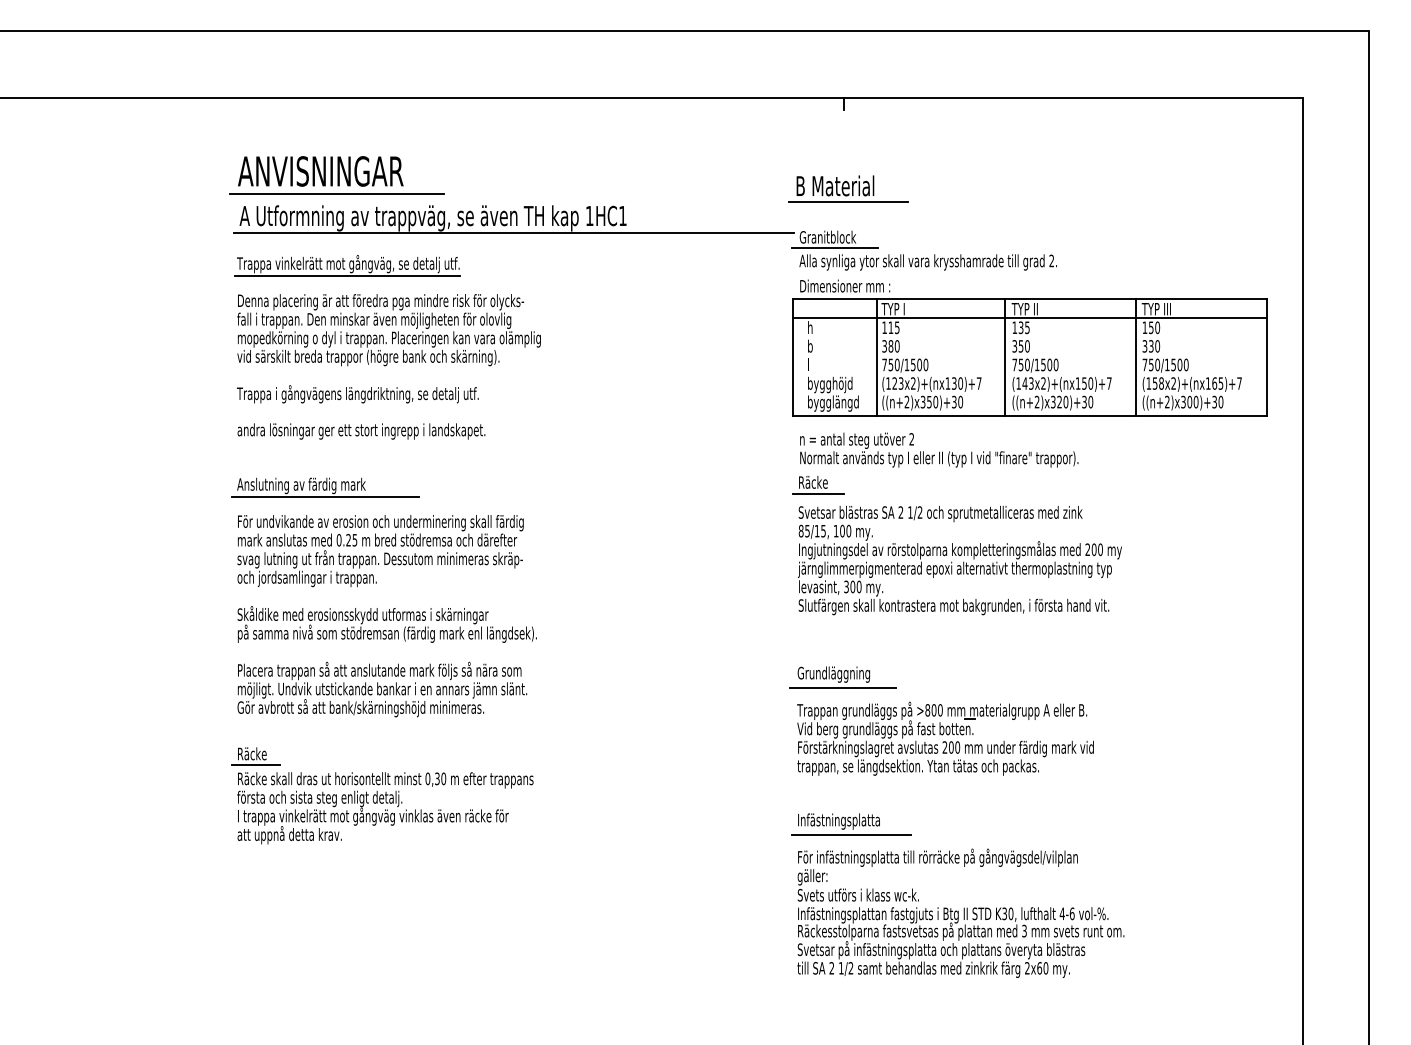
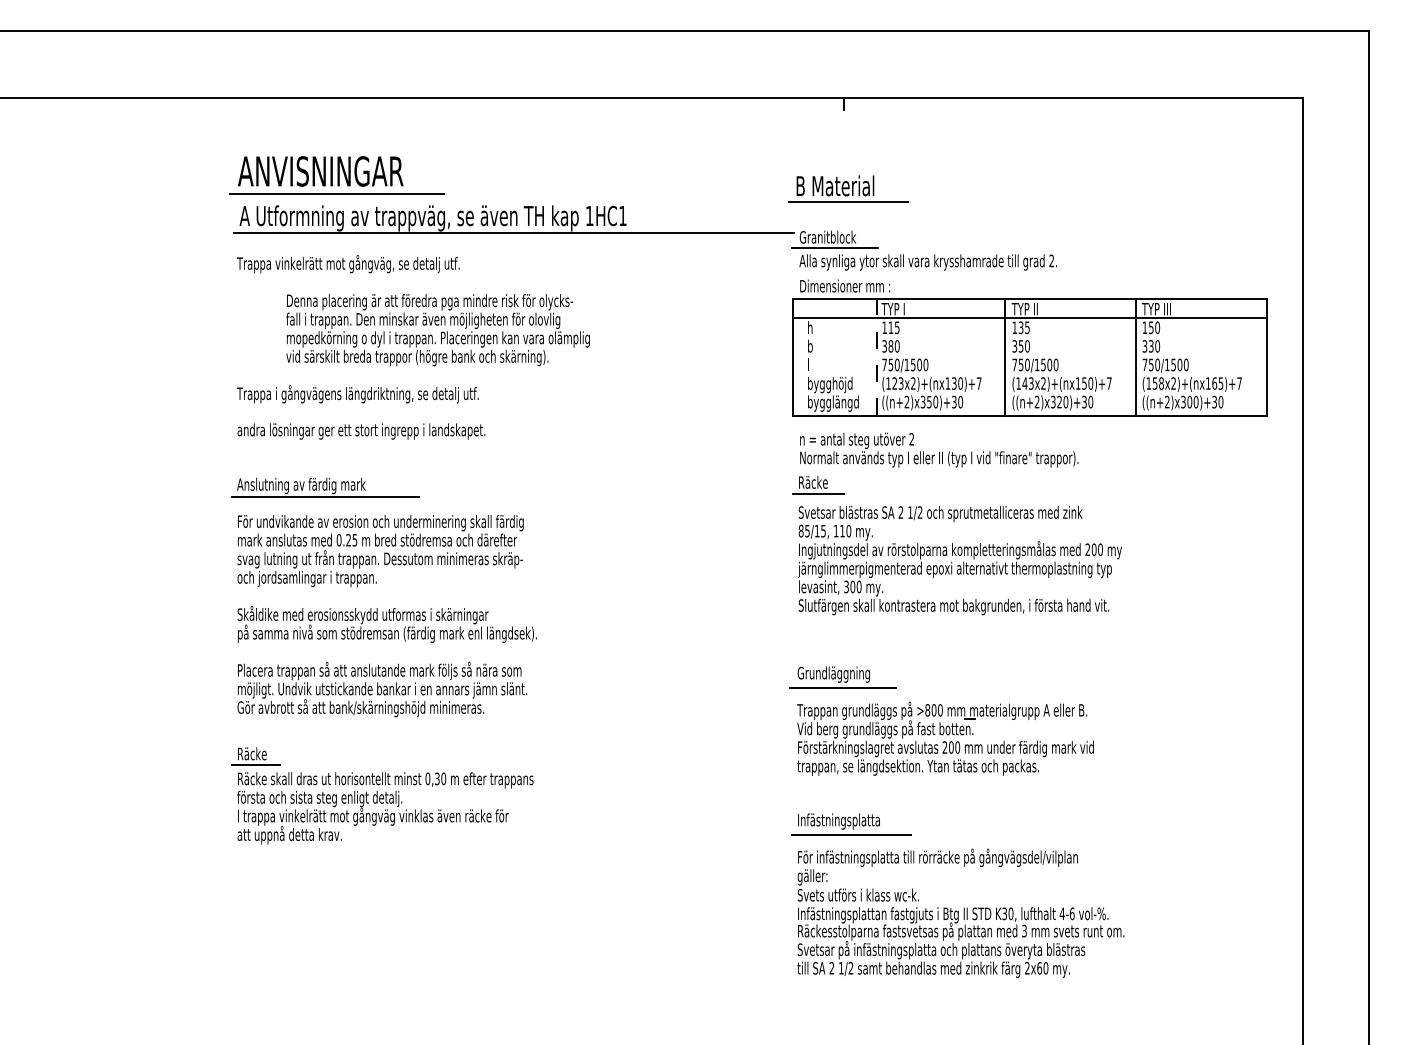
line at (347, 276): present -> none
text at (388, 330) position: (388, 330) -> (437, 330)
line at (877, 357): solid -> dashed
text at (842, 530): 100 -> 110
